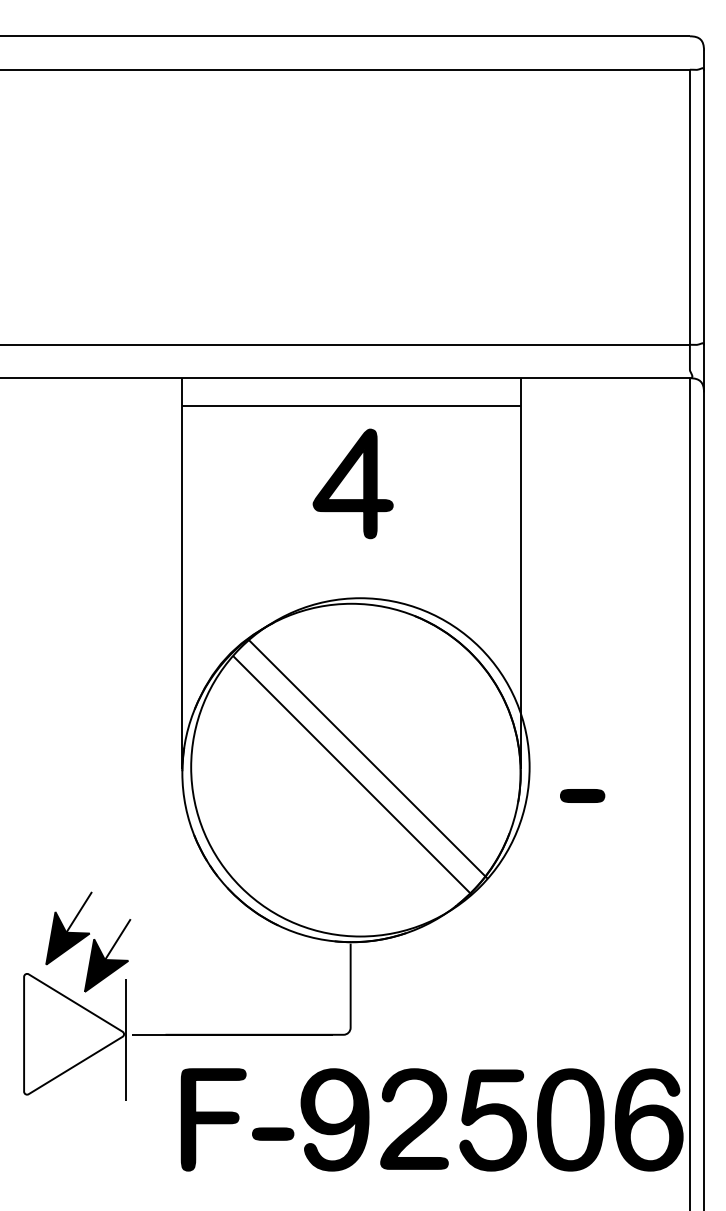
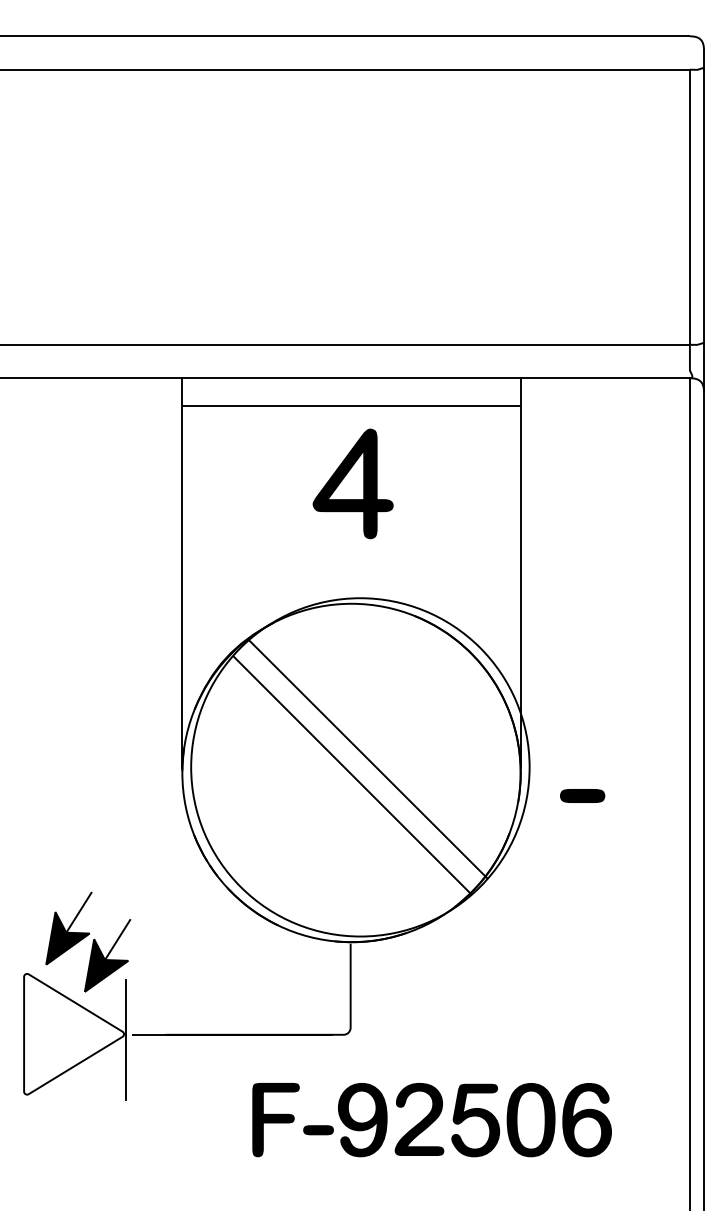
part at (431, 1119) size: 504x104 px -> 360x75 px
